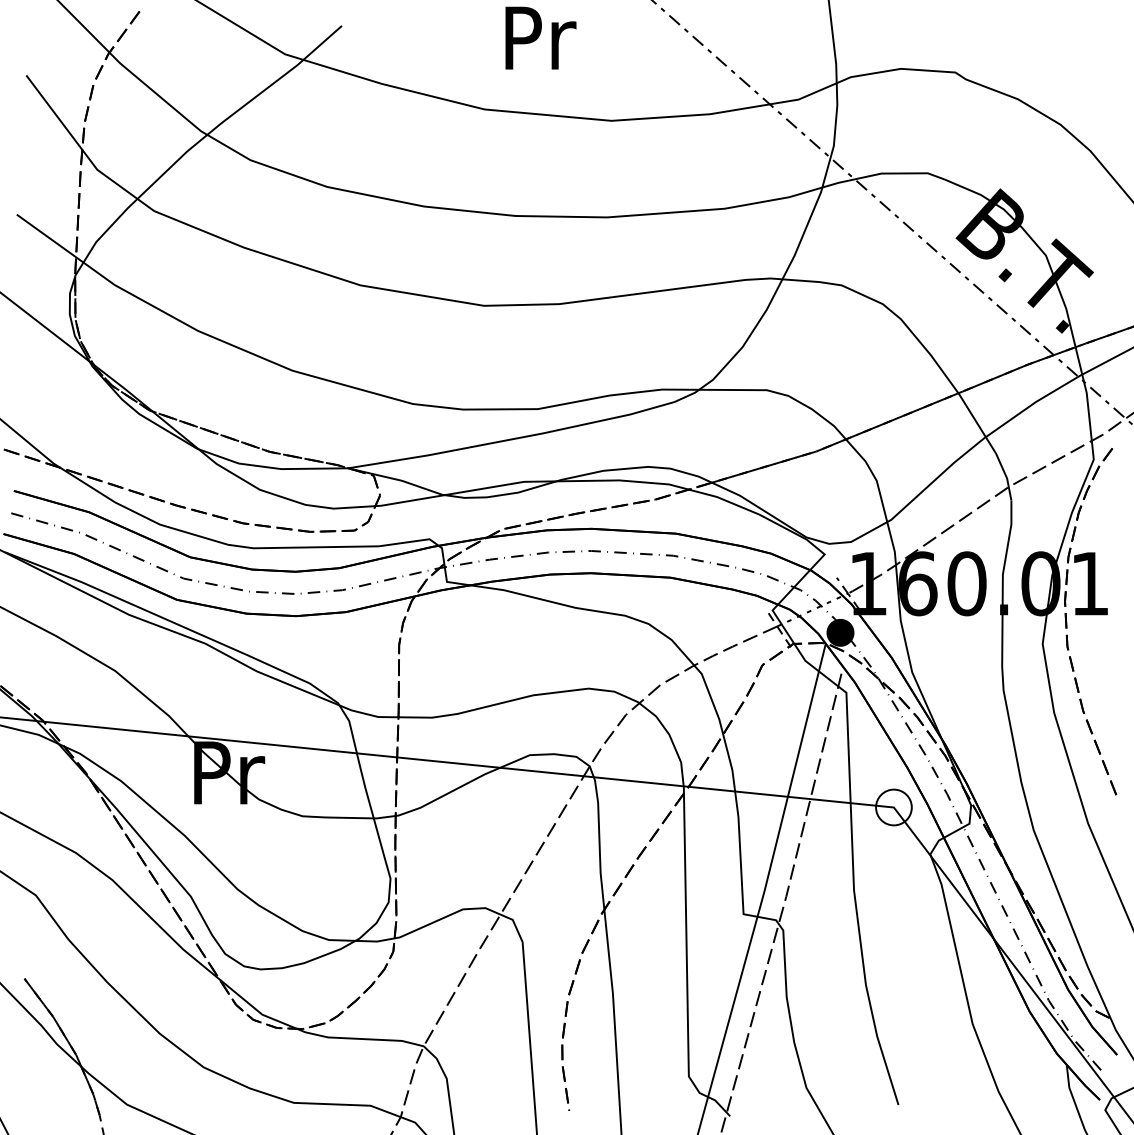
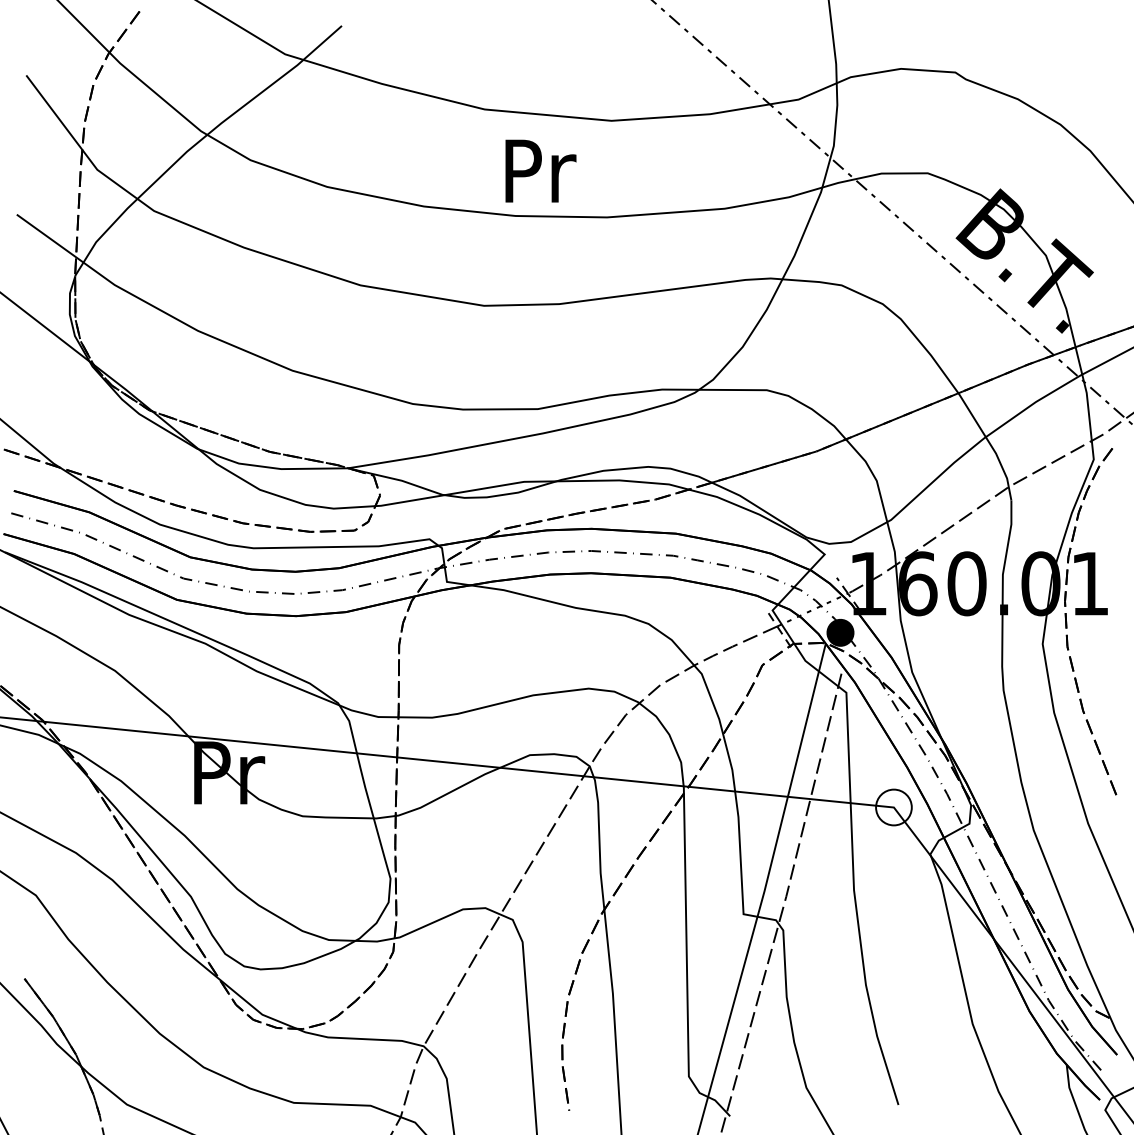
text at (540, 37) position: (540, 37) -> (540, 170)
